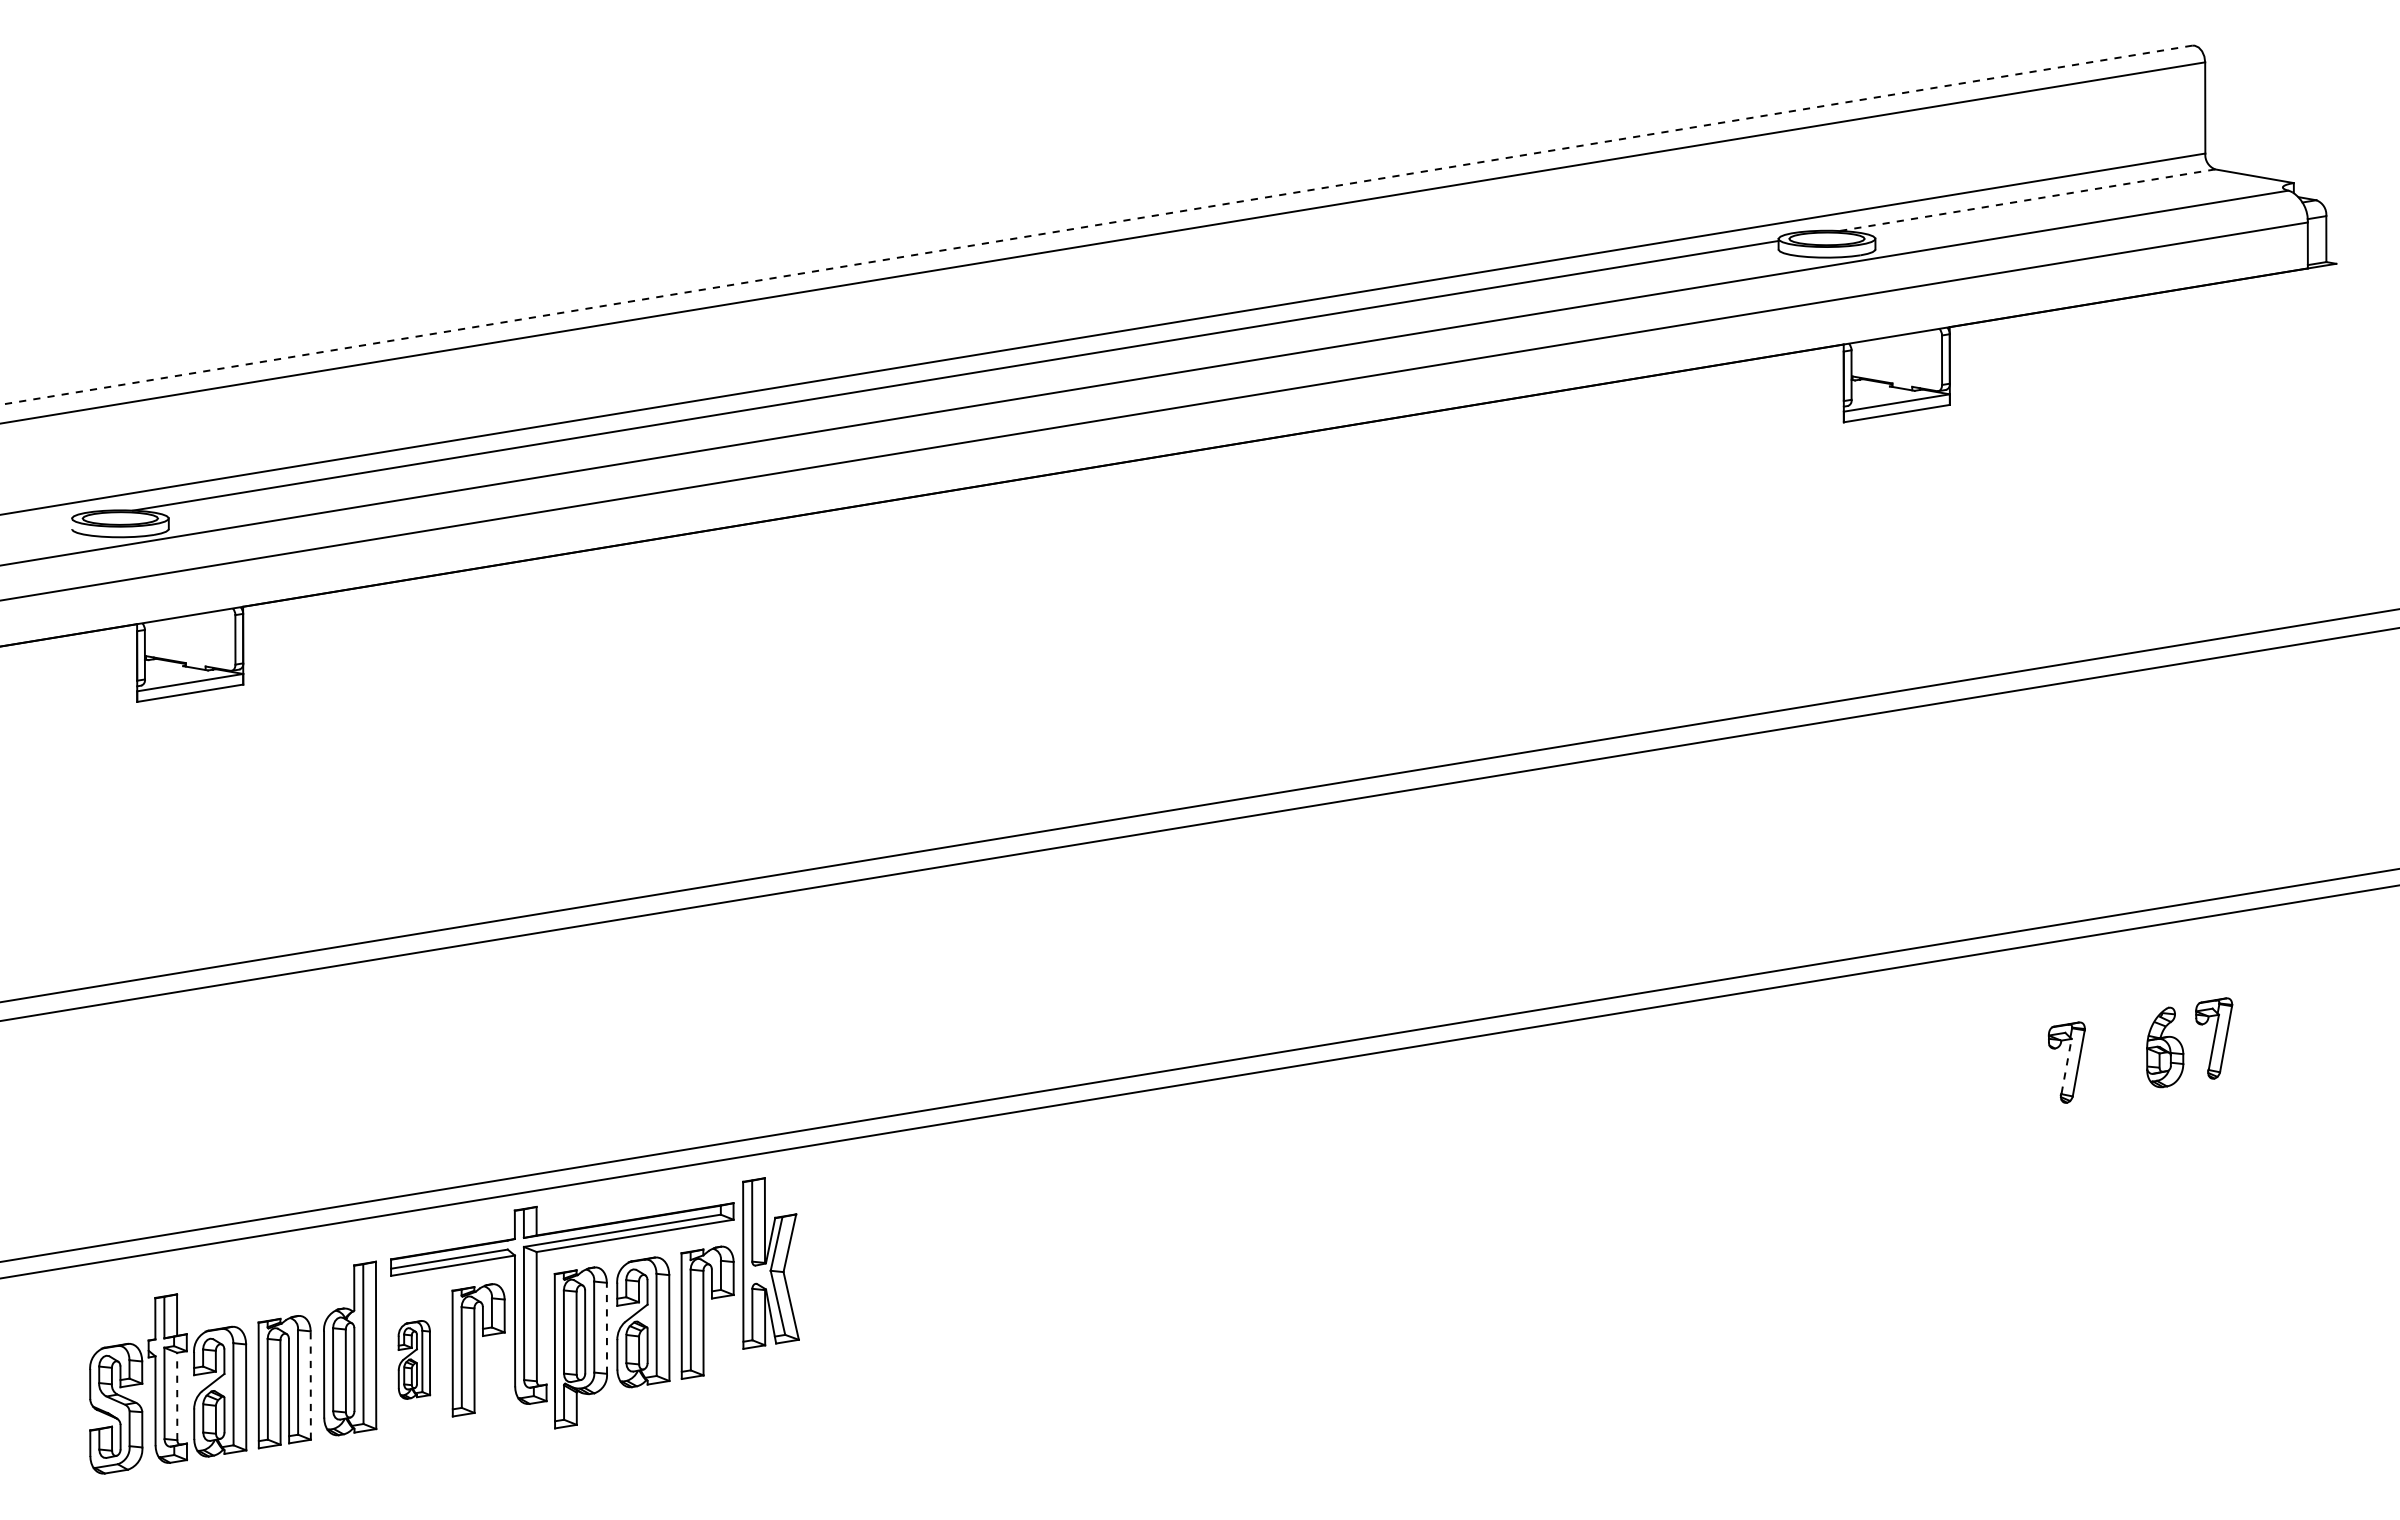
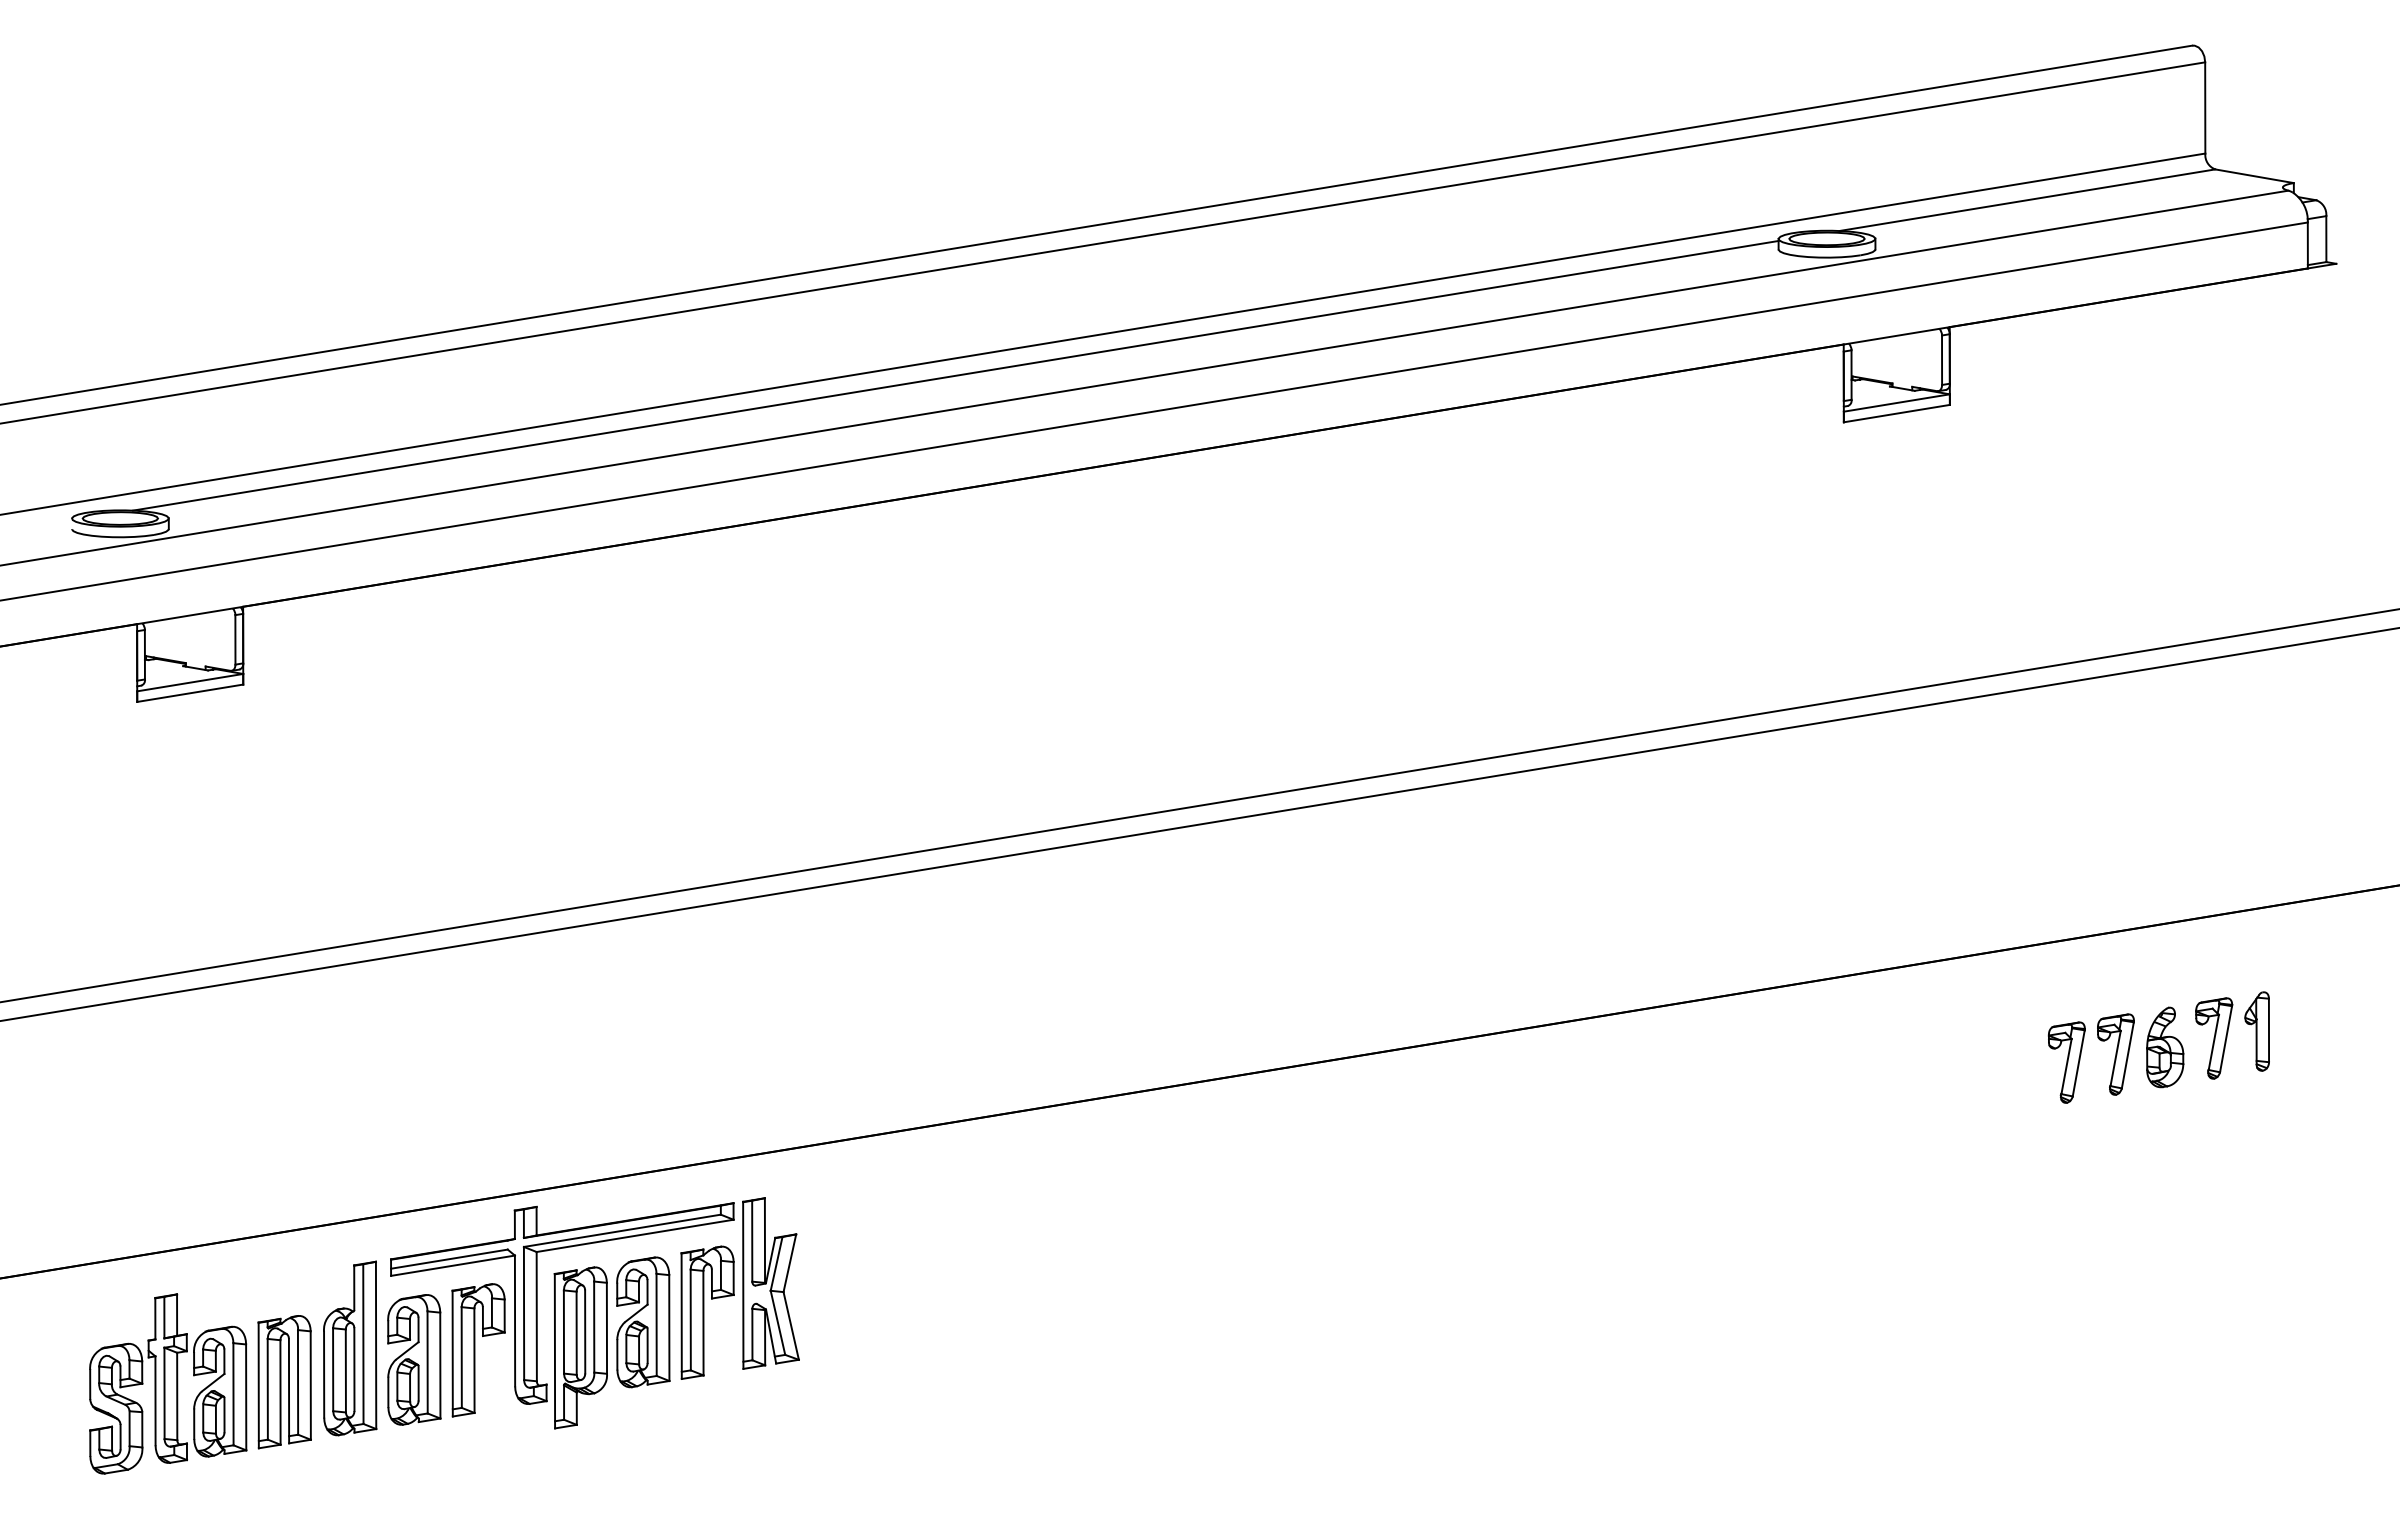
line at (2026, 200): dashed -> solid
line at (1096, 225): dashed -> solid
part at (2256, 1031): none -> present
part at (2115, 1054): none -> present
line at (1199, 1065) position: (1199, 1065) -> (1199, 1081)
line at (2066, 1066): dashed -> solid
part at (770, 1263) position: (770, 1263) -> (770, 1283)
line at (606, 1328): dashed -> solid
part at (414, 1359) size: 35x80 px -> 55x132 px
line at (310, 1385): dashed -> solid
line at (177, 1396): dashed -> solid
